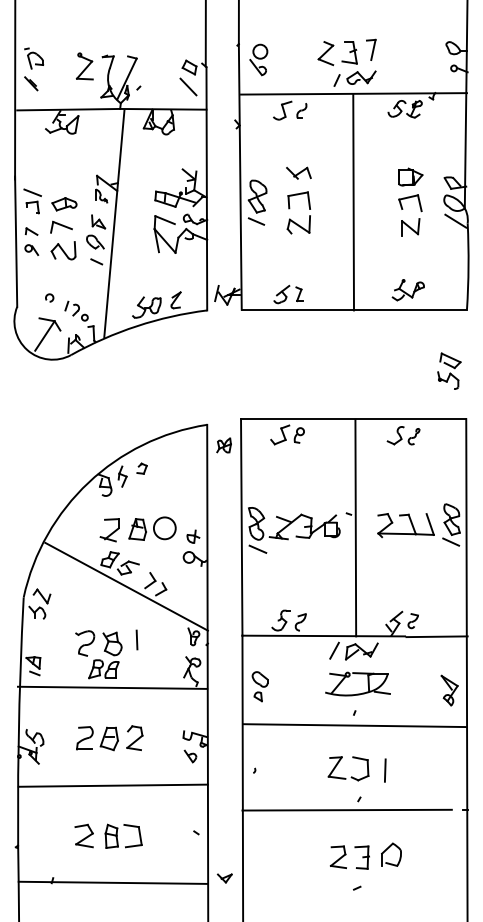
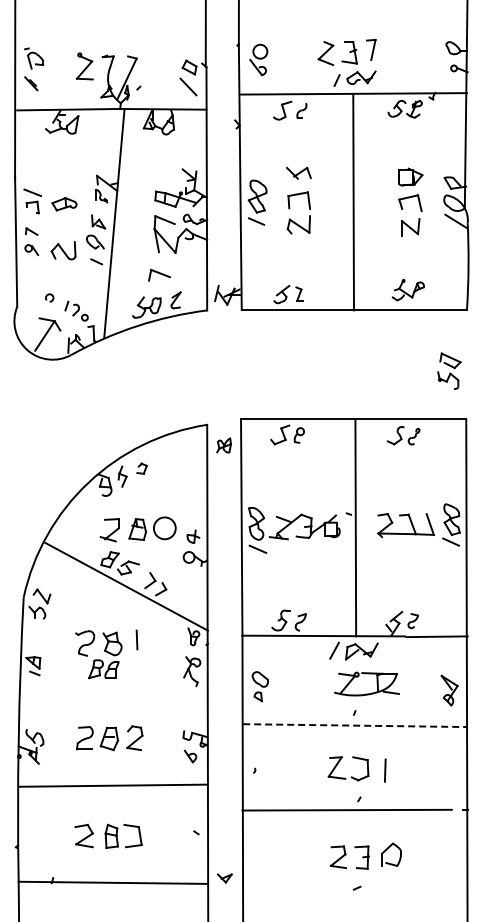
part at (61, 226) position: (61, 226) -> (159, 274)
part at (357, 674) position: (357, 674) -> (366, 674)
line at (112, 687): present -> none
line at (355, 725): solid -> dashed
